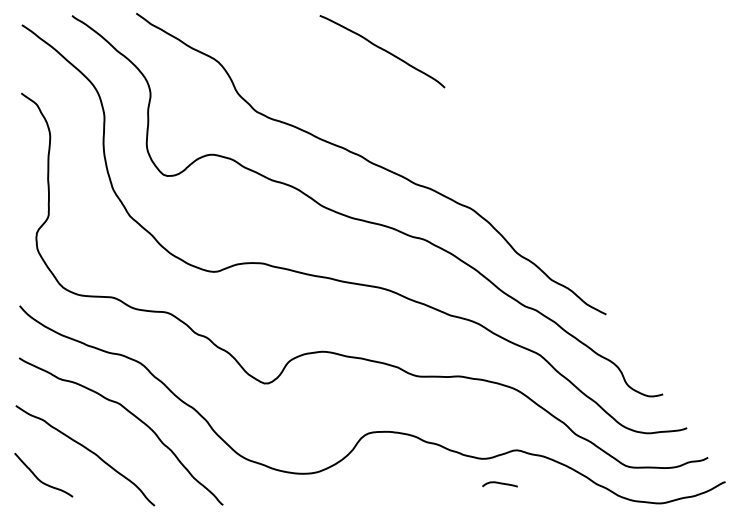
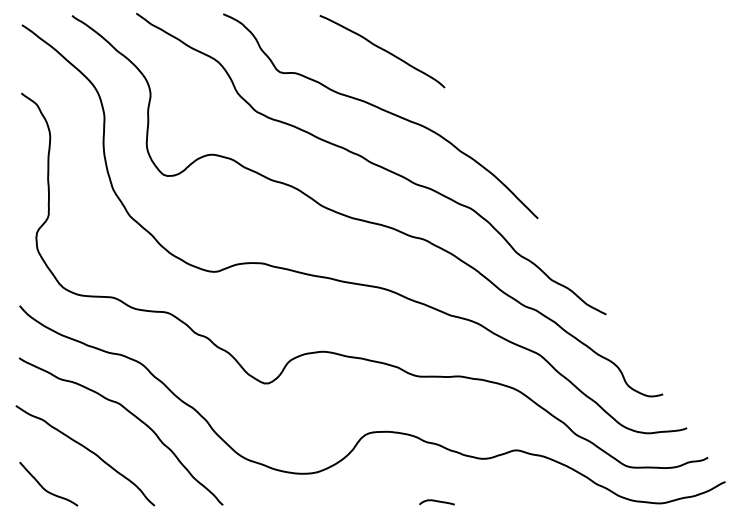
curve at (383, 111): none -> present
curve at (40, 479) position: (40, 479) -> (45, 488)
curve at (499, 483) position: (499, 483) -> (436, 501)
